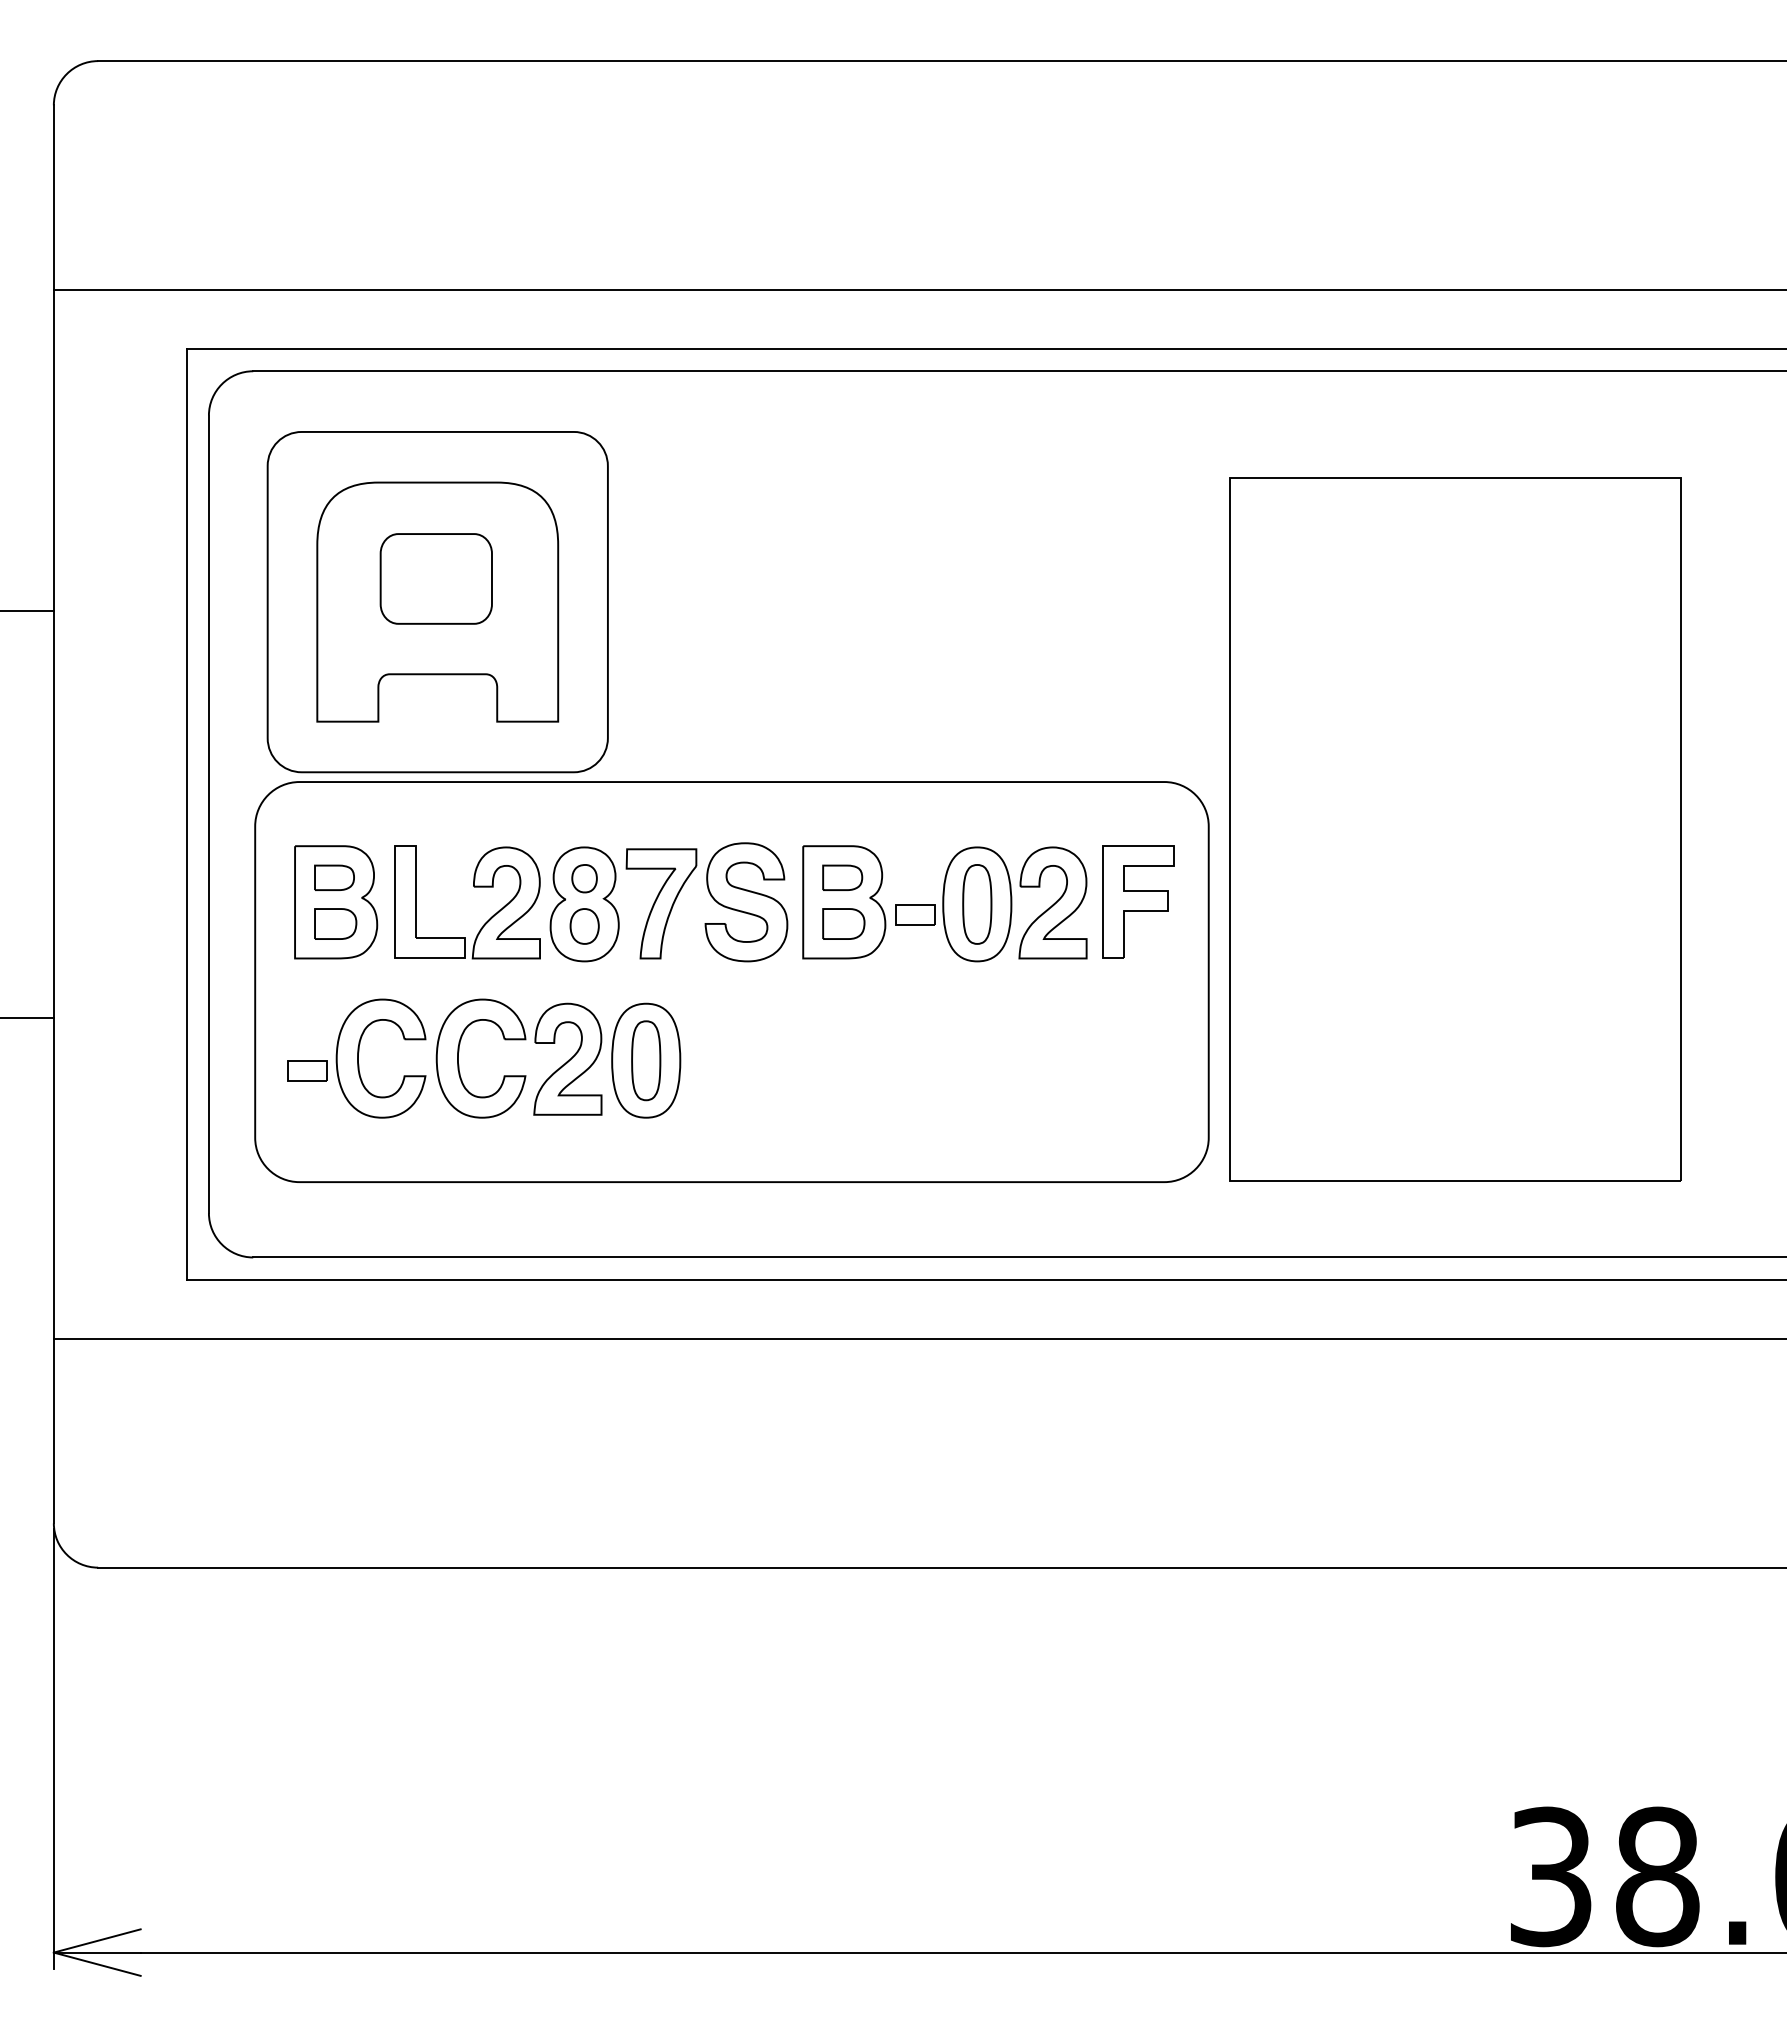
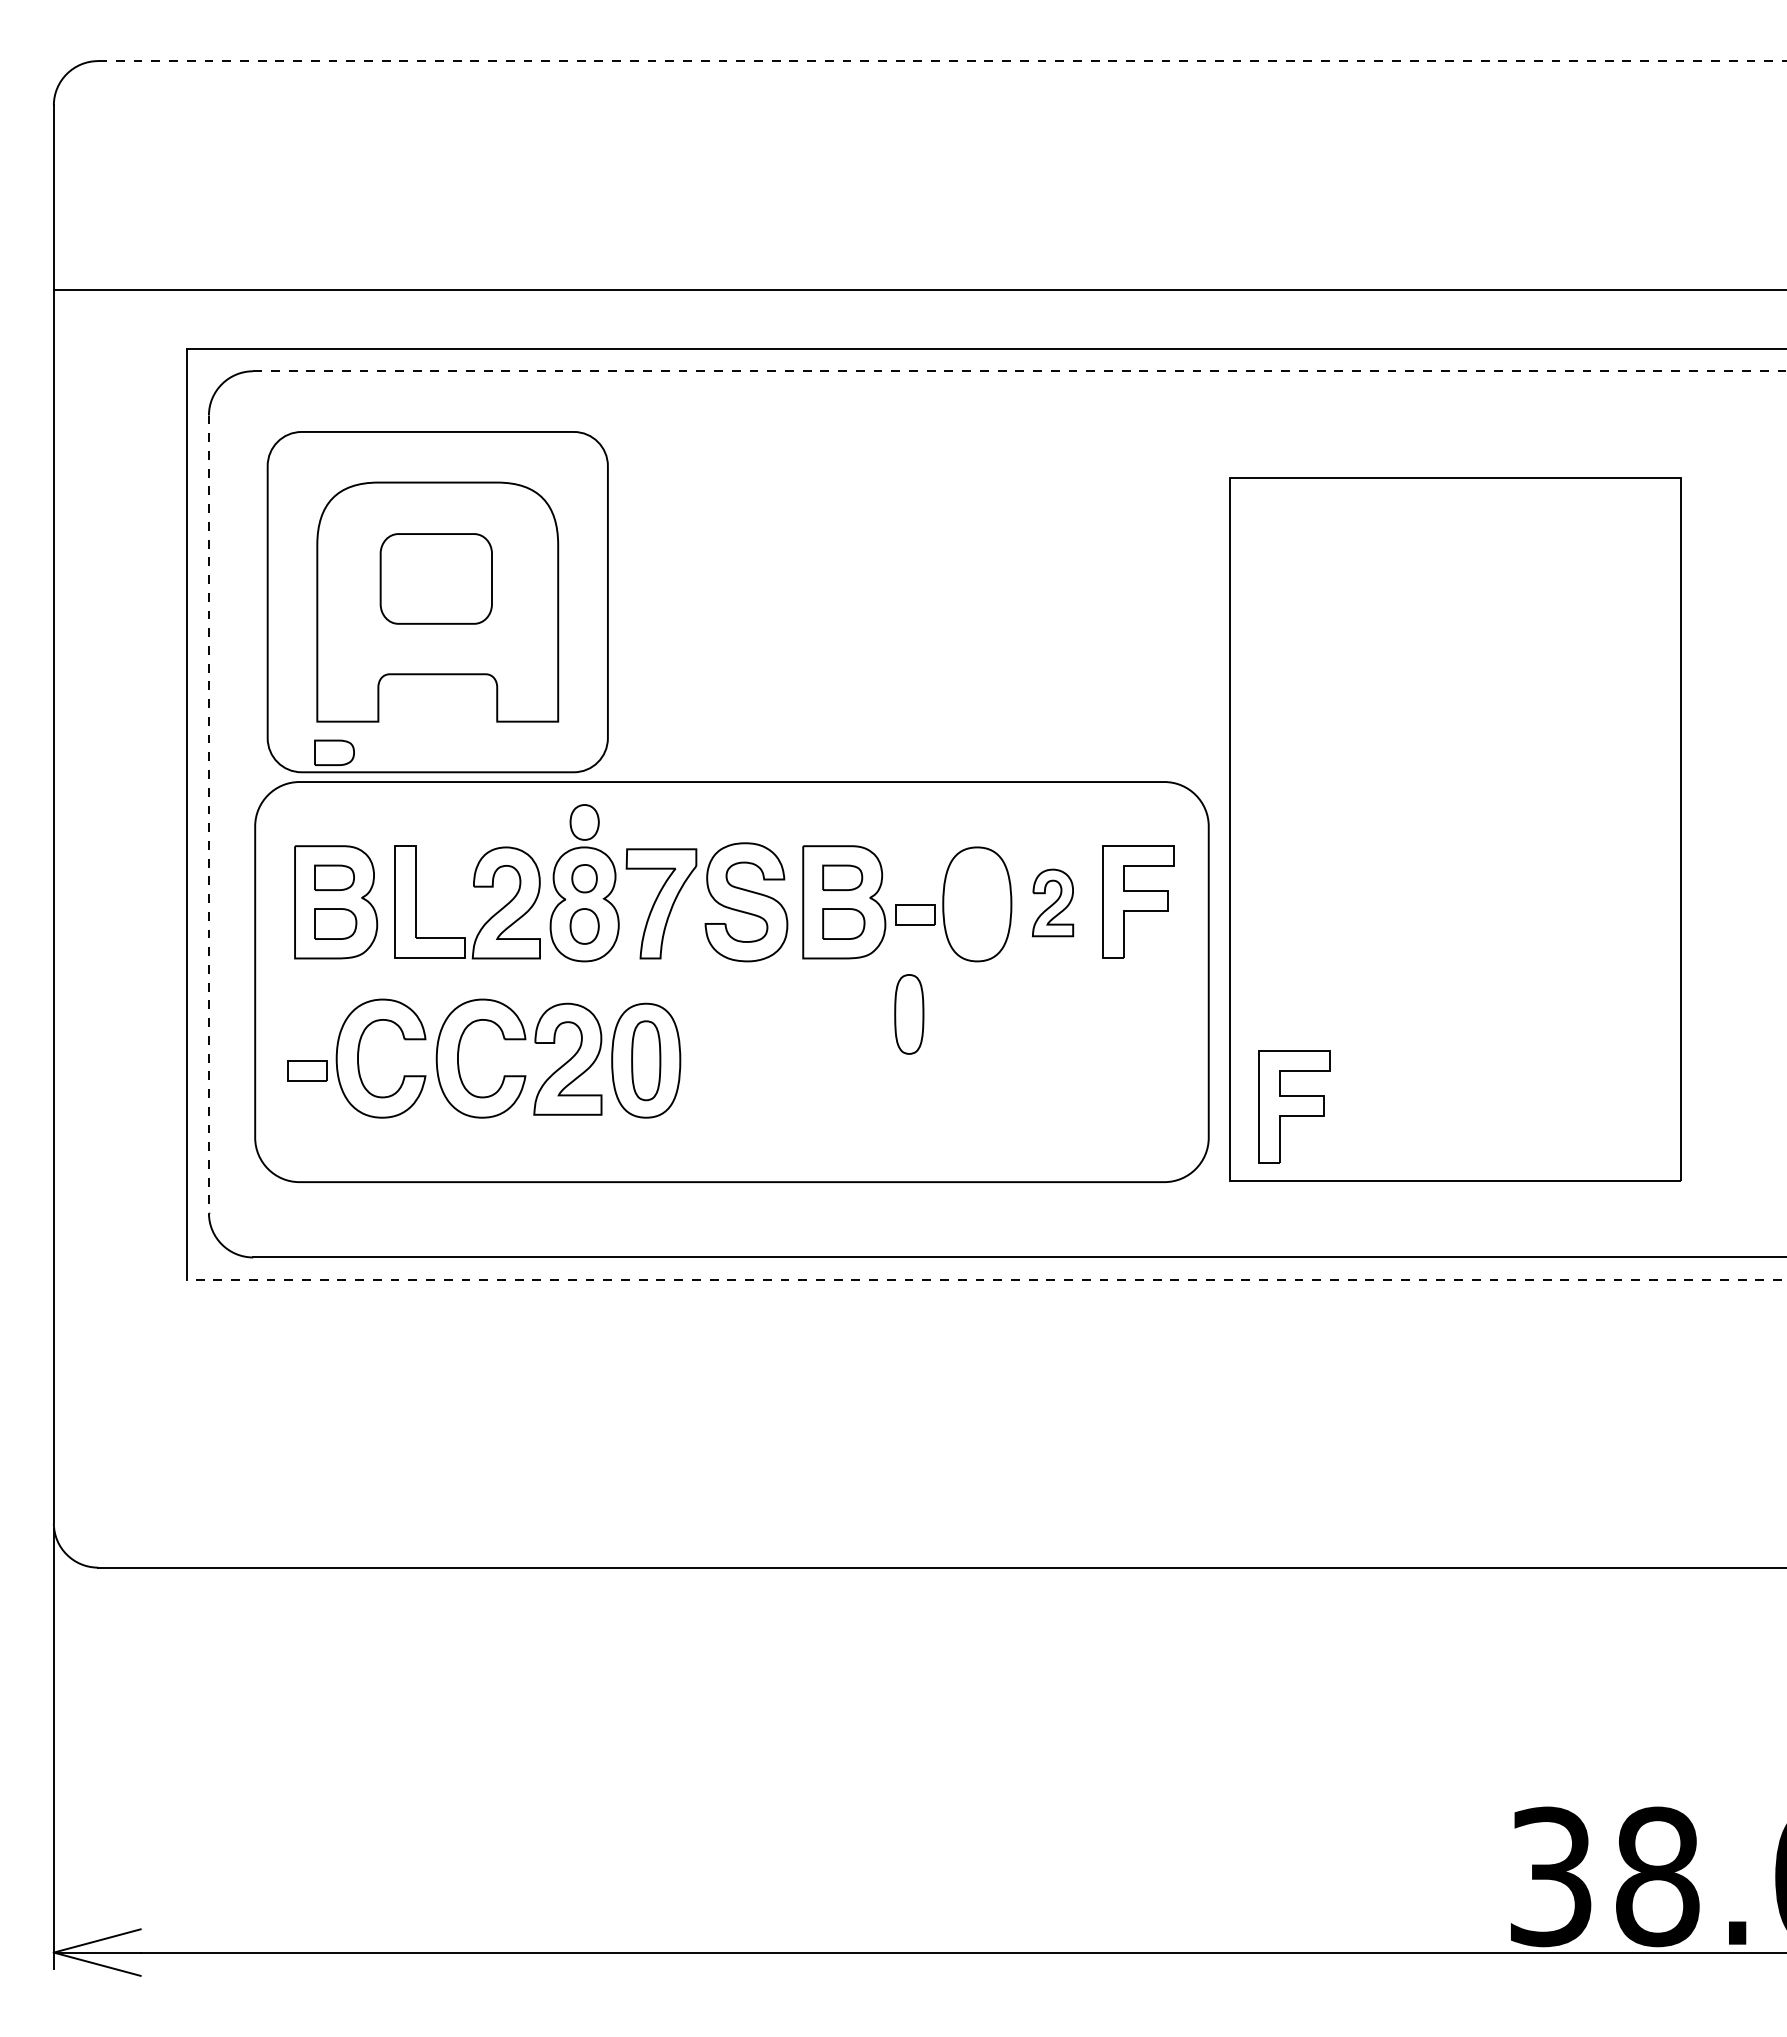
line at (942, 61): solid -> dashed
line at (1020, 371): solid -> dashed
line at (27, 610): present -> none
part at (334, 752): none -> present
line at (208, 814): solid -> dashed
part at (584, 822): none -> present
part at (1052, 902) size: 70x114 px -> 43x70 px
part at (977, 904) position: (977, 904) -> (909, 1014)
line at (27, 1018): present -> none
part at (1294, 1106): none -> present
line at (986, 1279): solid -> dashed
line at (918, 1339): present -> none
